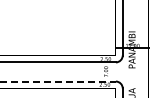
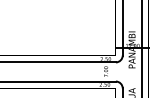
line at (141, 48): none -> present
line at (57, 81): dashed -> solid
